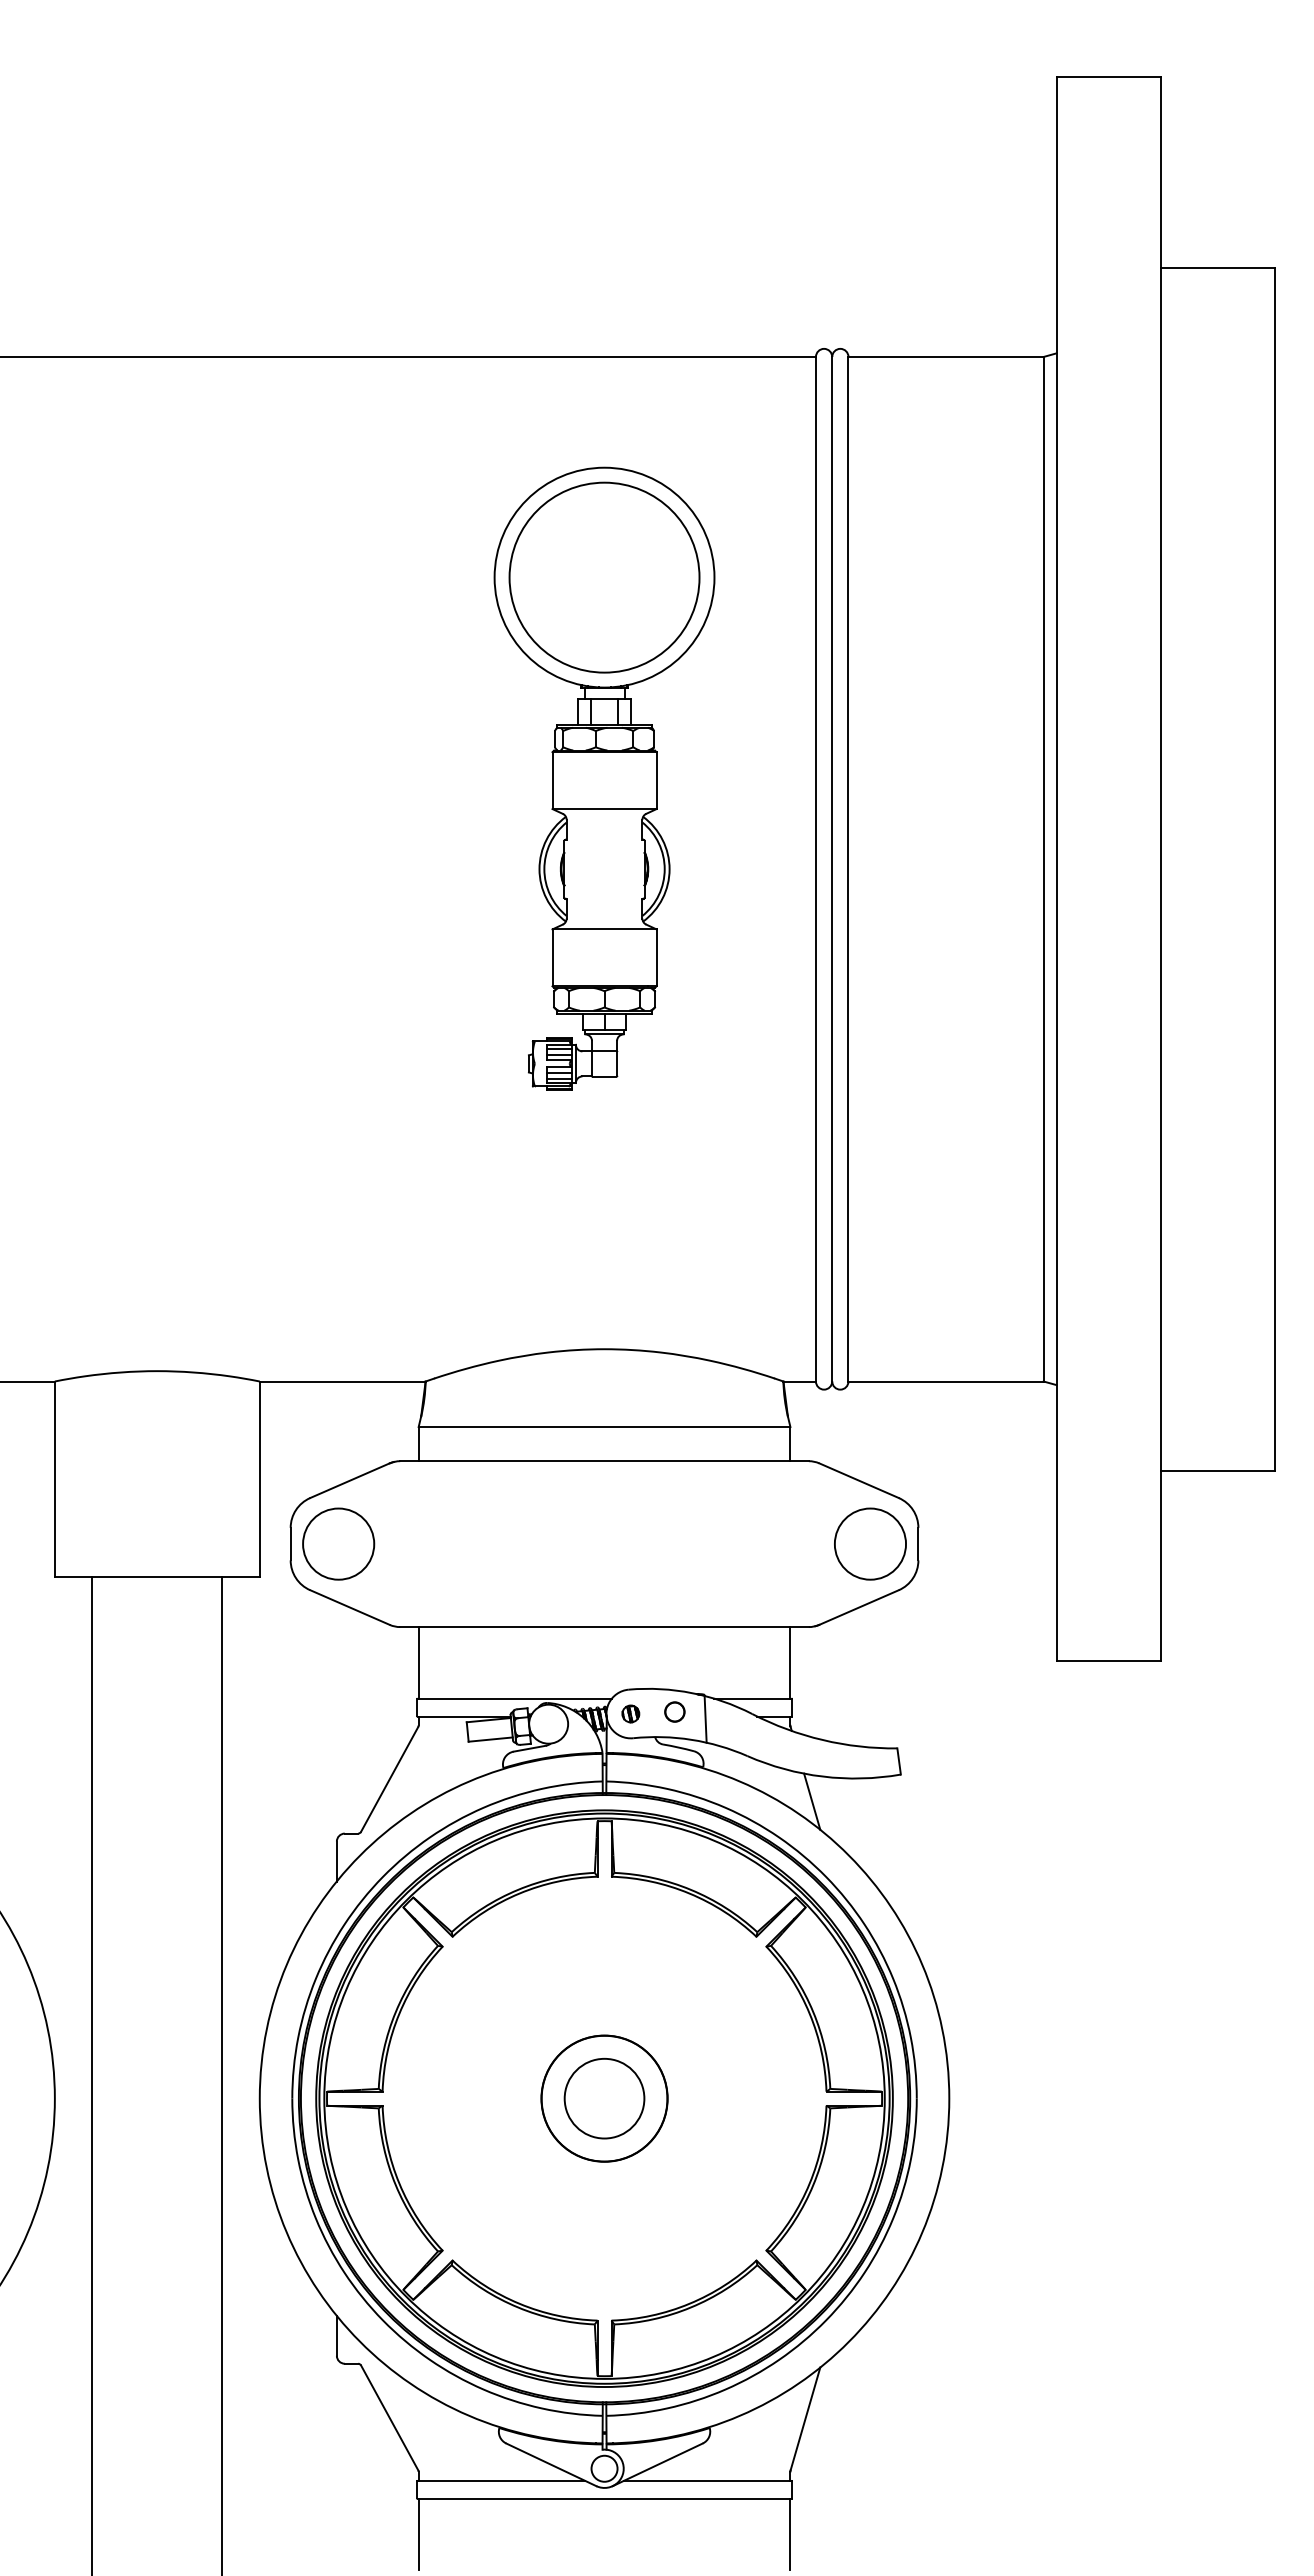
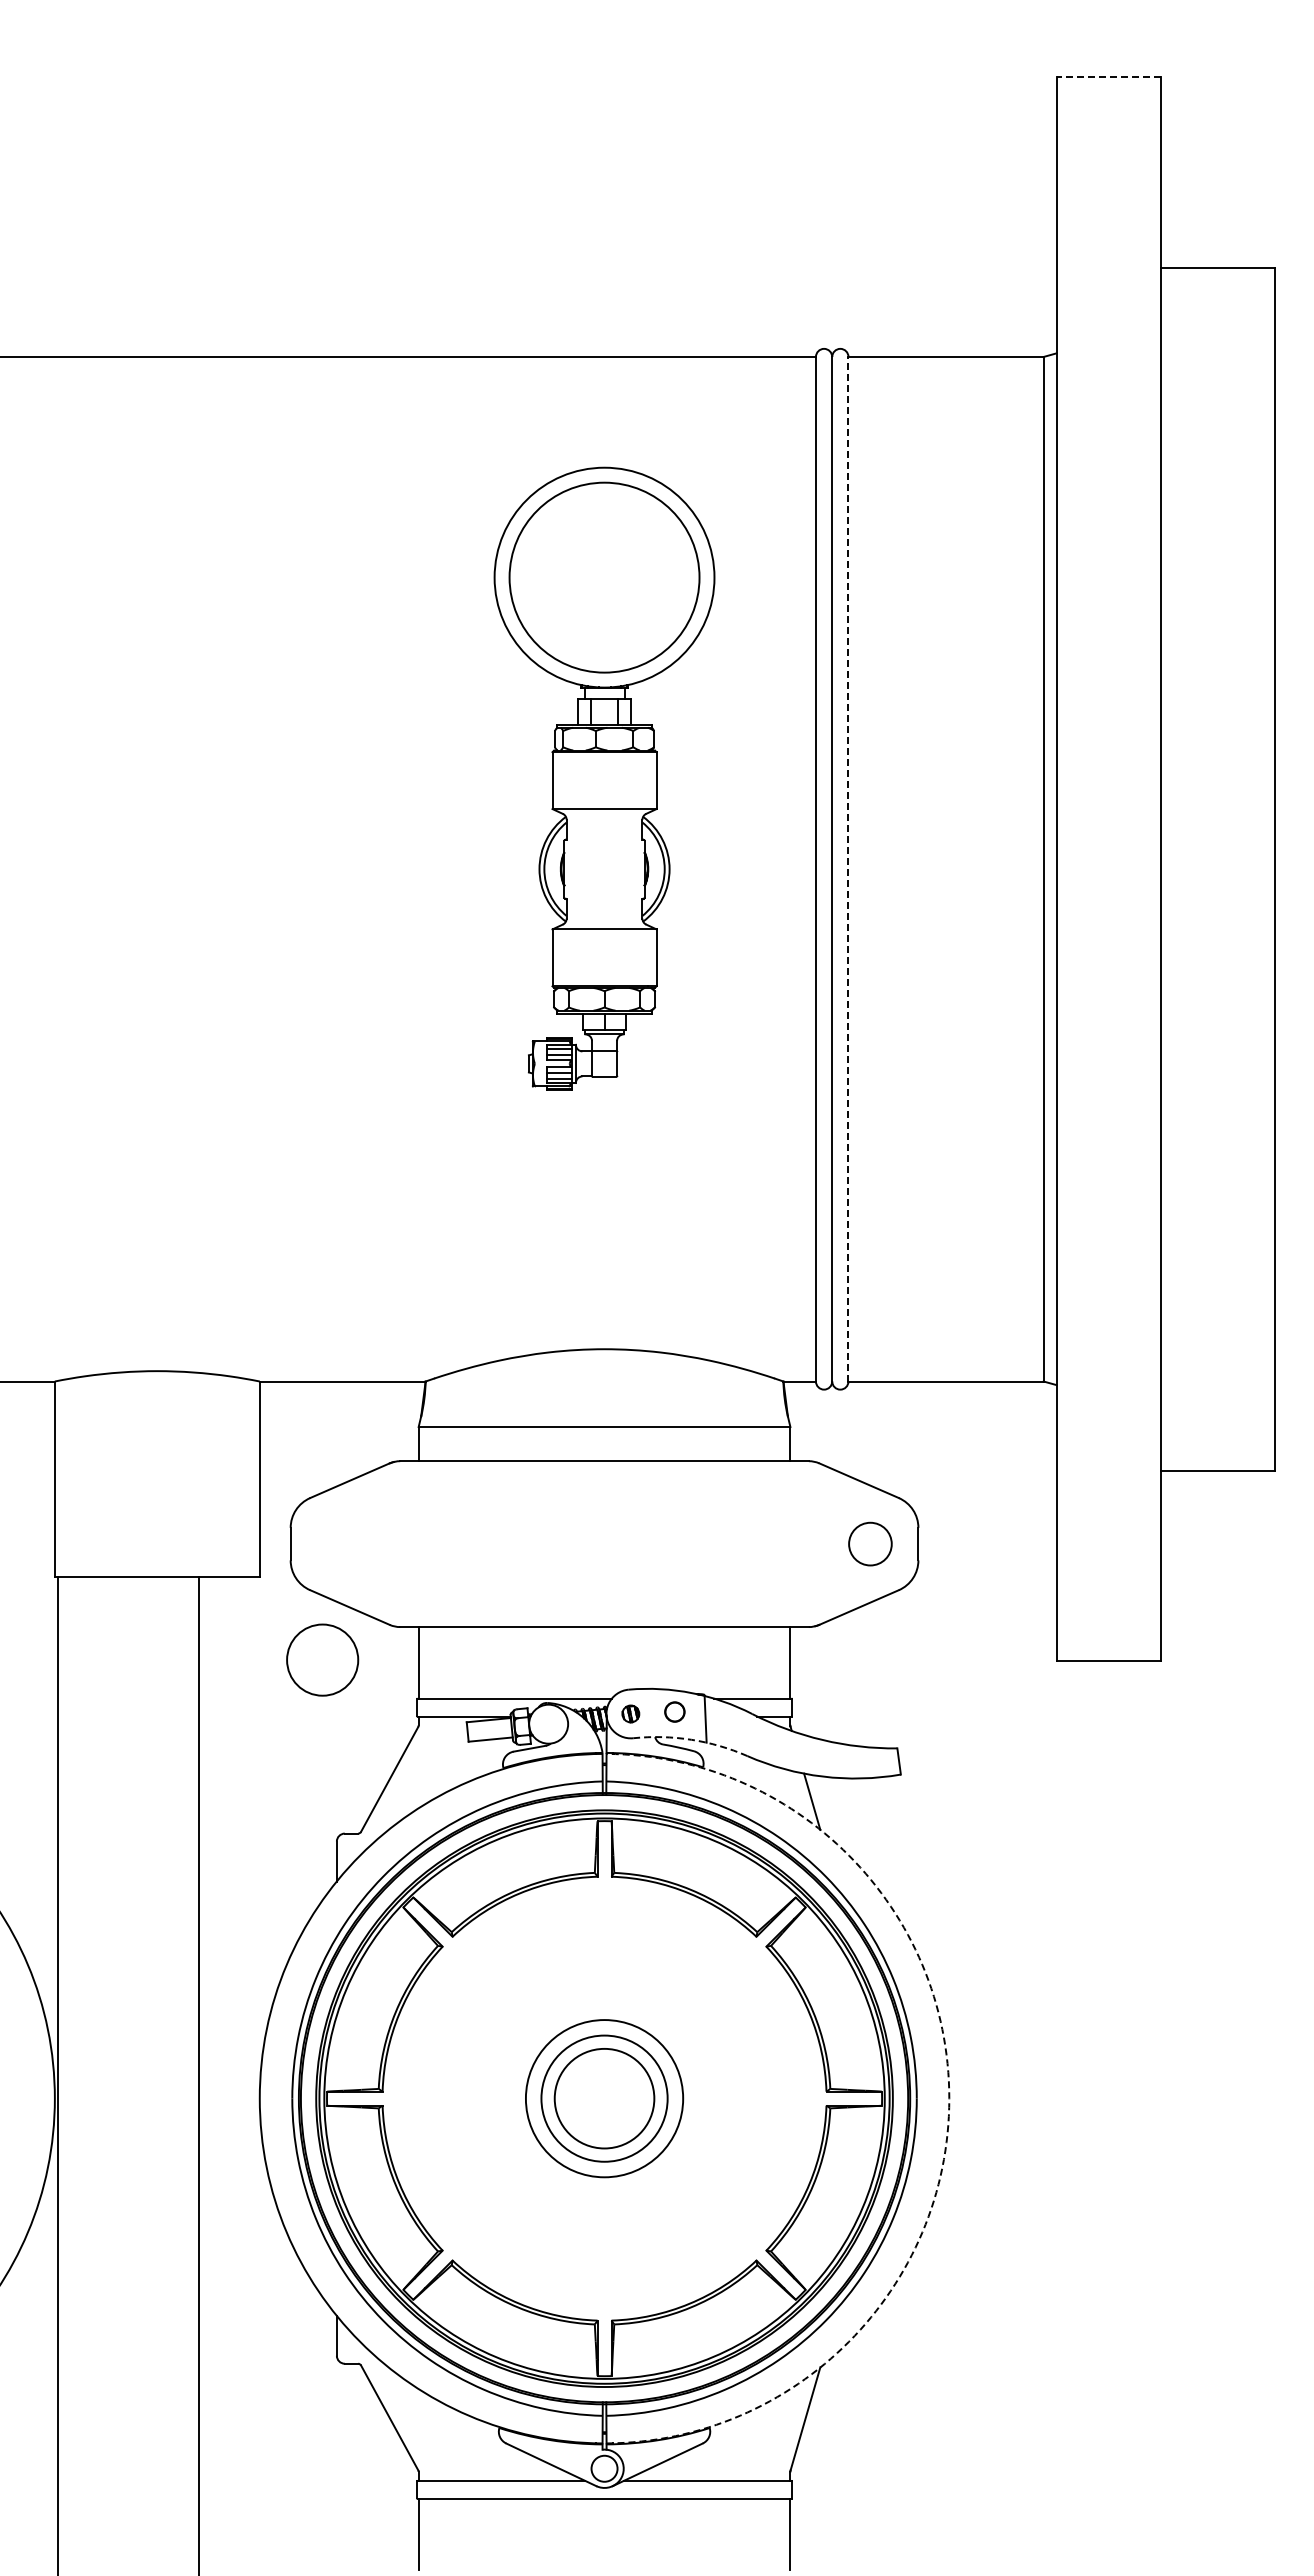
line at (1108, 77): solid -> dashed
line at (848, 868): solid -> dashed
circle at (338, 1543) position: (338, 1543) -> (322, 1659)
circle at (870, 1543) diameter: 71 px -> 43 px
arc at (691, 1739): solid -> dashed
line at (92, 2074) position: (92, 2074) -> (58, 2074)
line at (222, 2074) position: (222, 2074) -> (199, 2074)
circle at (604, 2098) diameter: 126 px -> 157 px
circle at (604, 2098) diameter: 80 px -> 100 px
arc at (949, 2098): solid -> dashed
